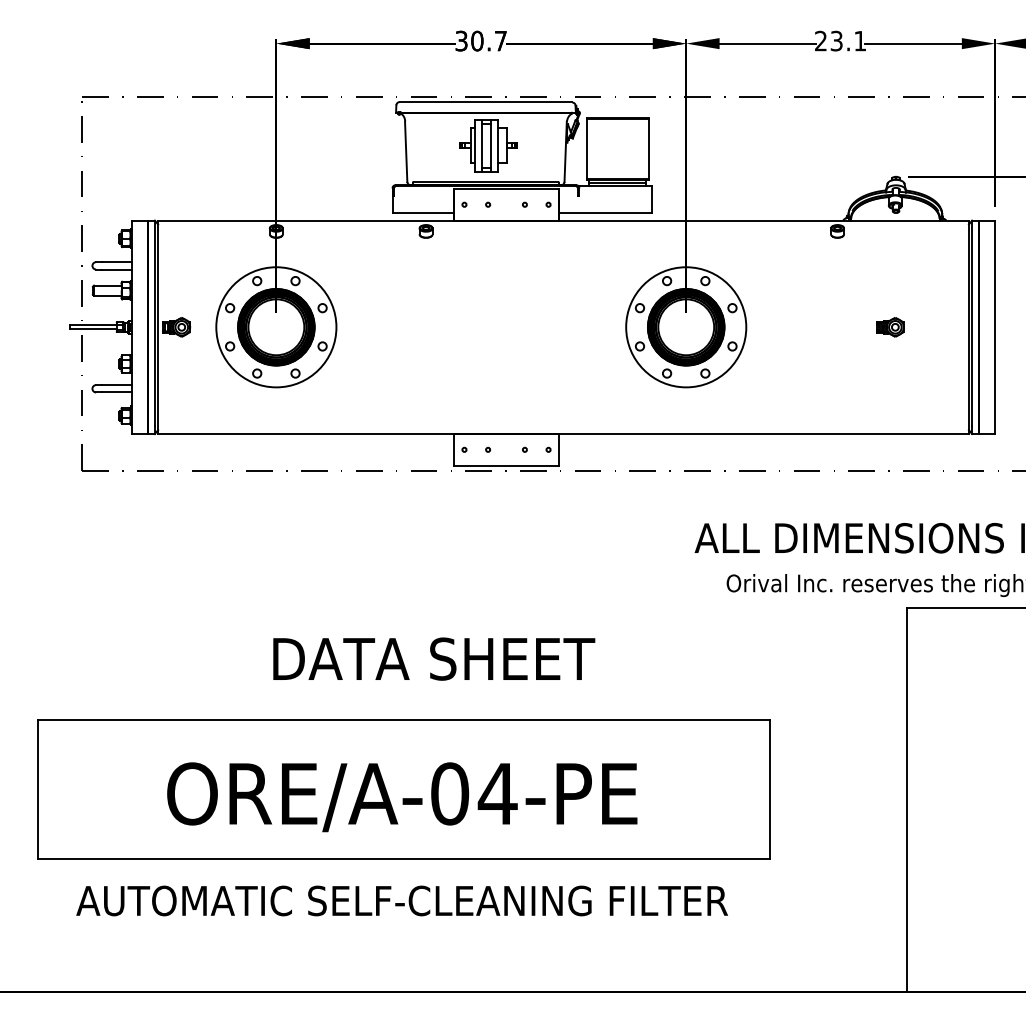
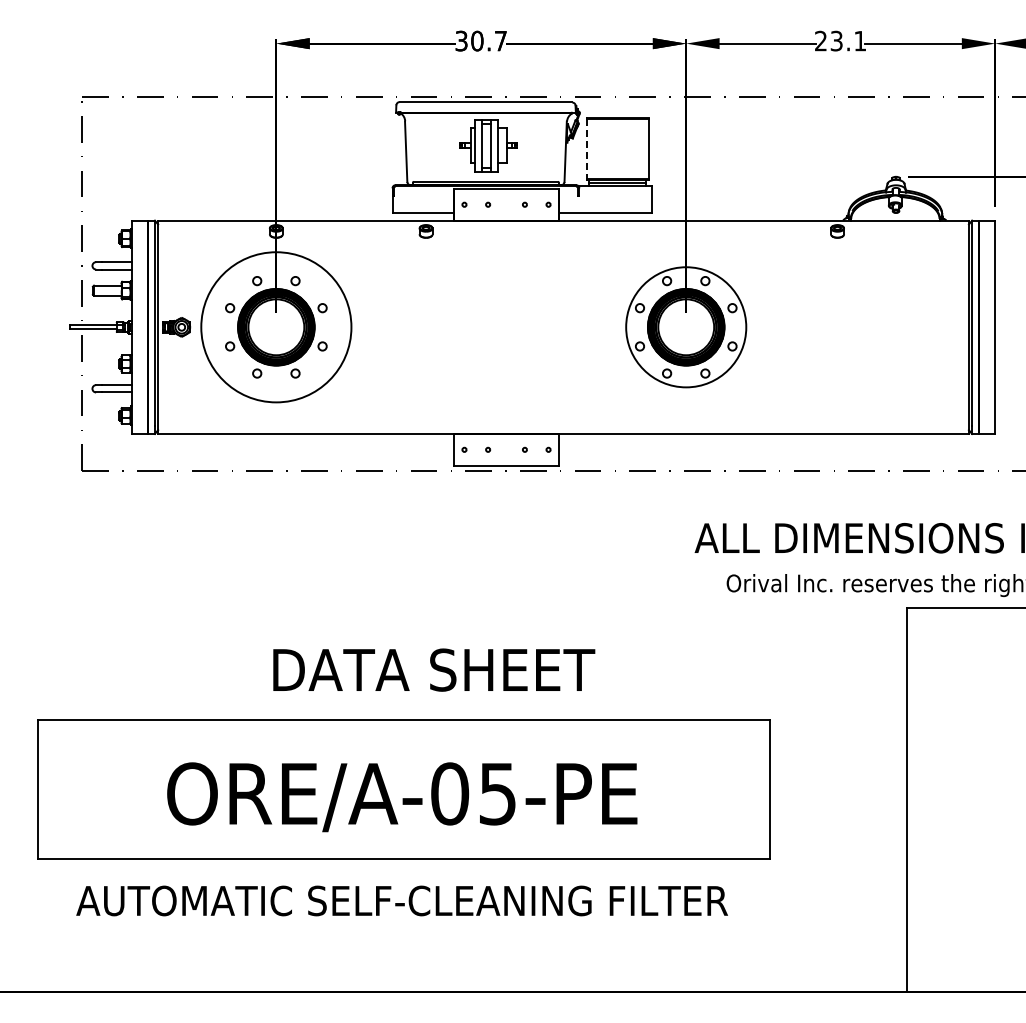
line at (586, 148): solid -> dashed
circle at (276, 327) diameter: 120 px -> 150 px
part at (890, 327): present -> none
text at (434, 658) position: (434, 658) -> (434, 669)
text at (497, 794): ORE/A-04-PE -> ORE/A-05-PE
